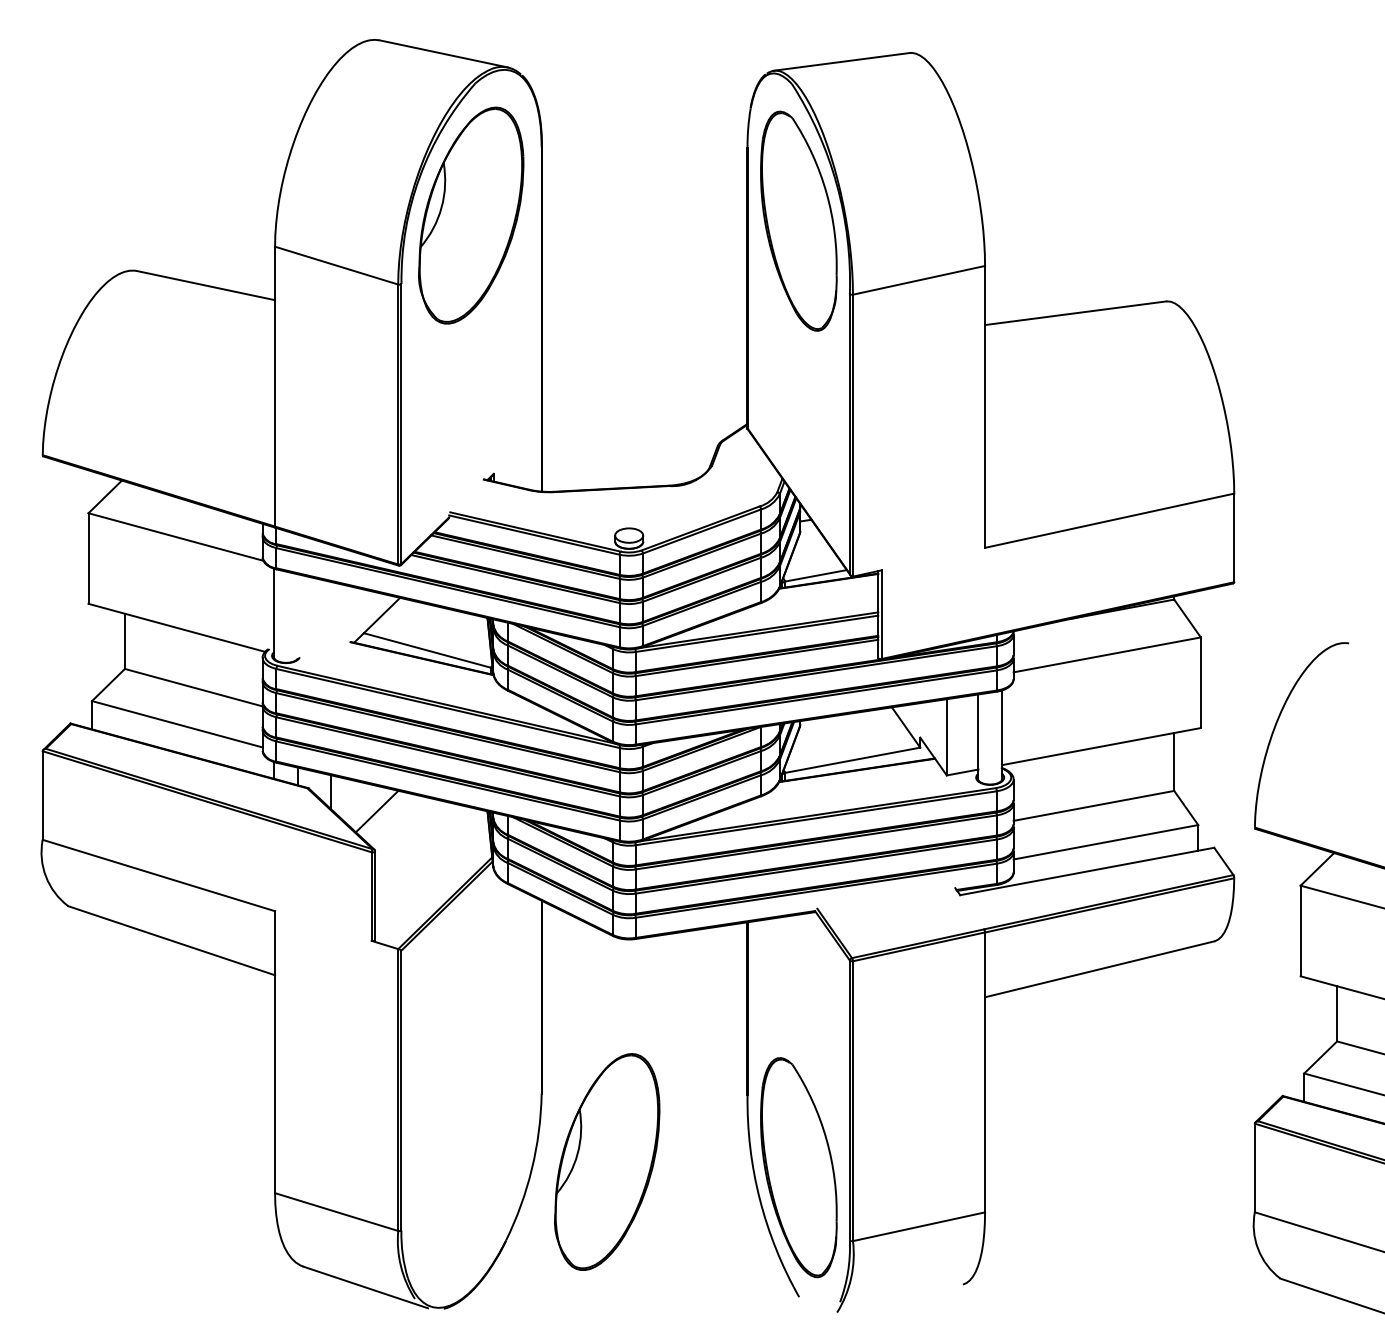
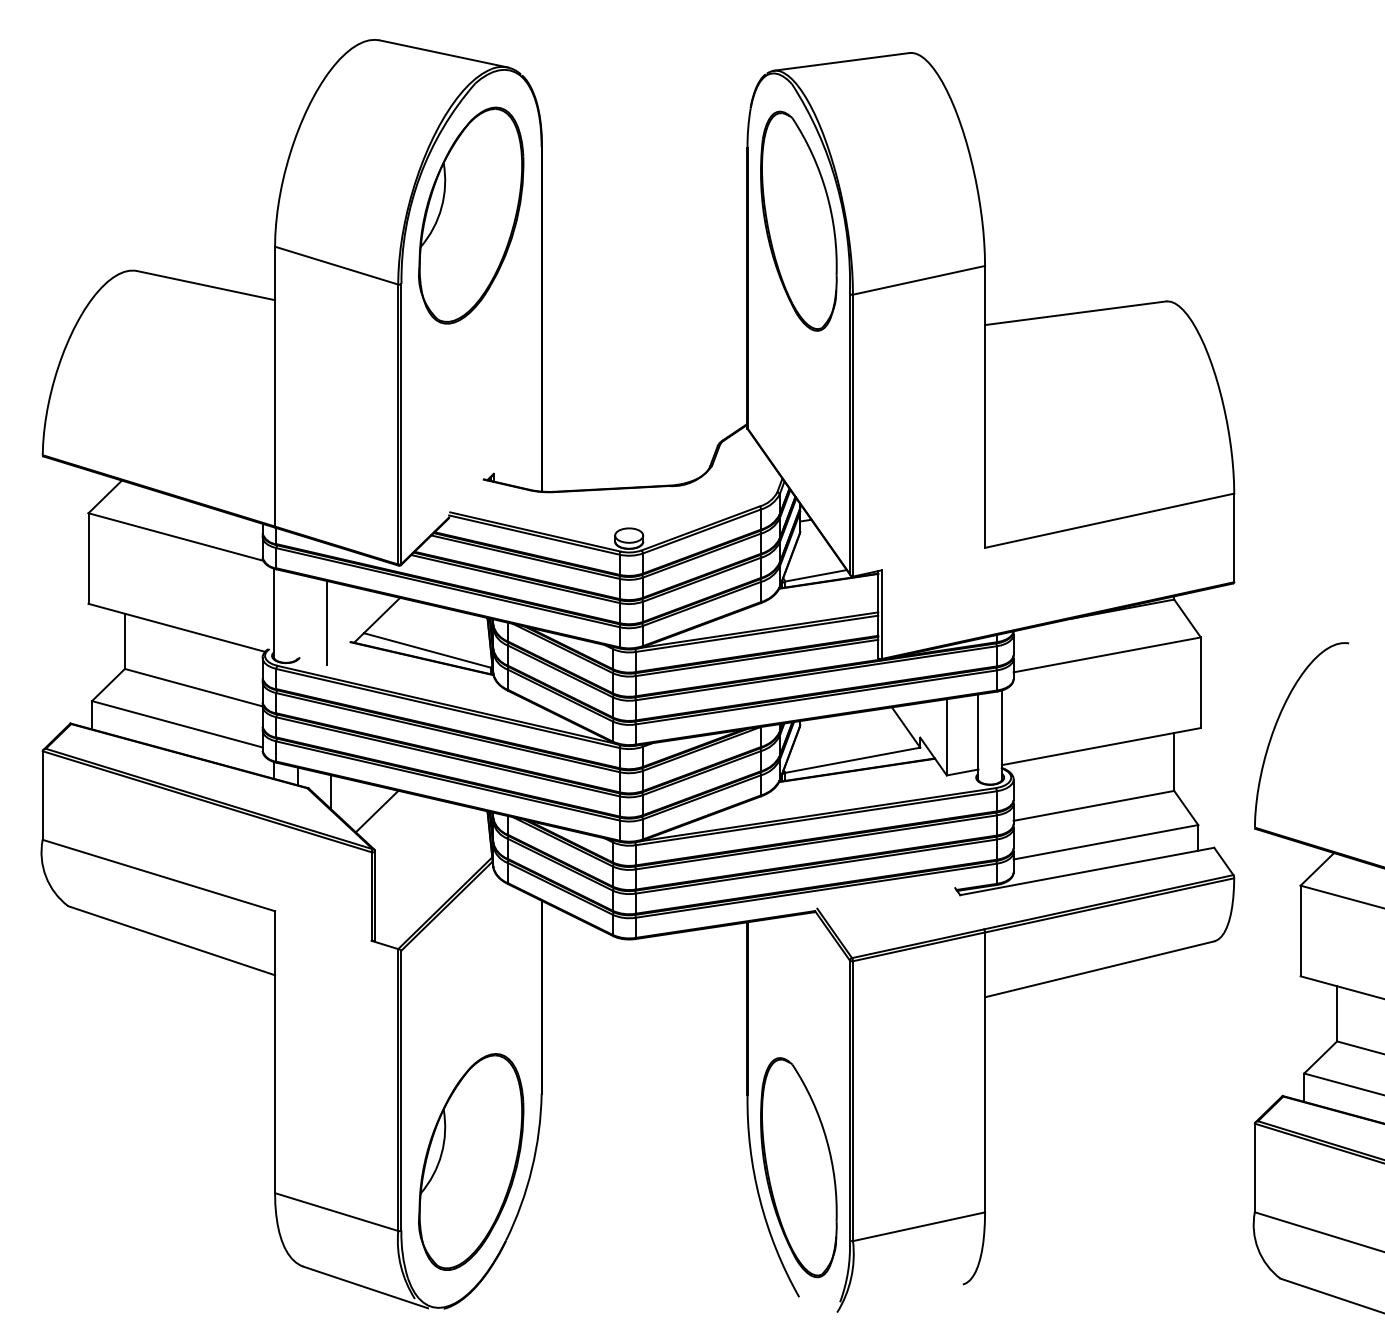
line at (327, 622): none -> present
part at (607, 1161) position: (607, 1161) -> (471, 1161)
